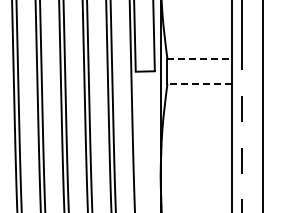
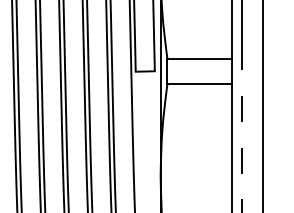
line at (200, 59): dashed -> solid
line at (199, 83): dashed -> solid
